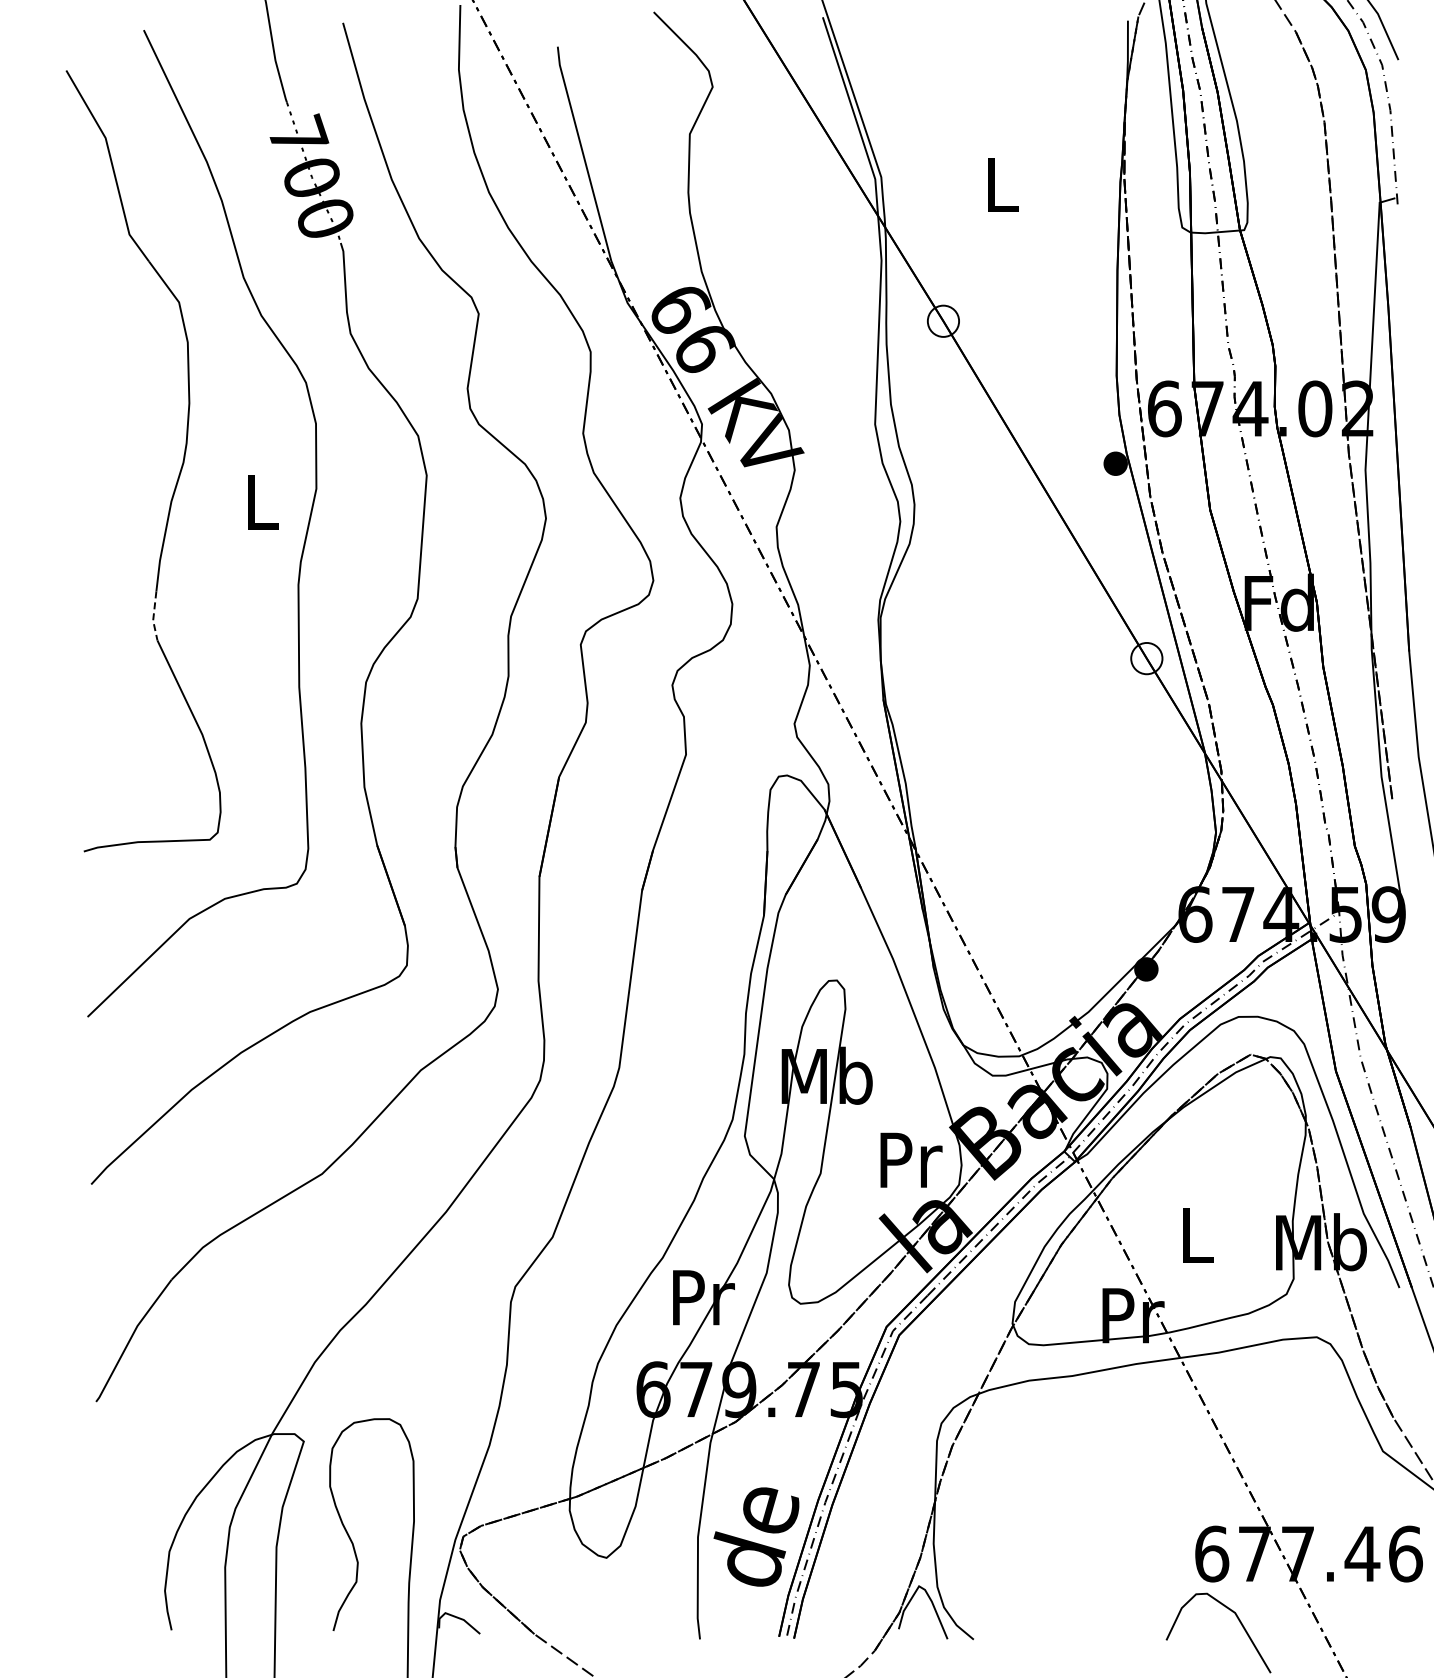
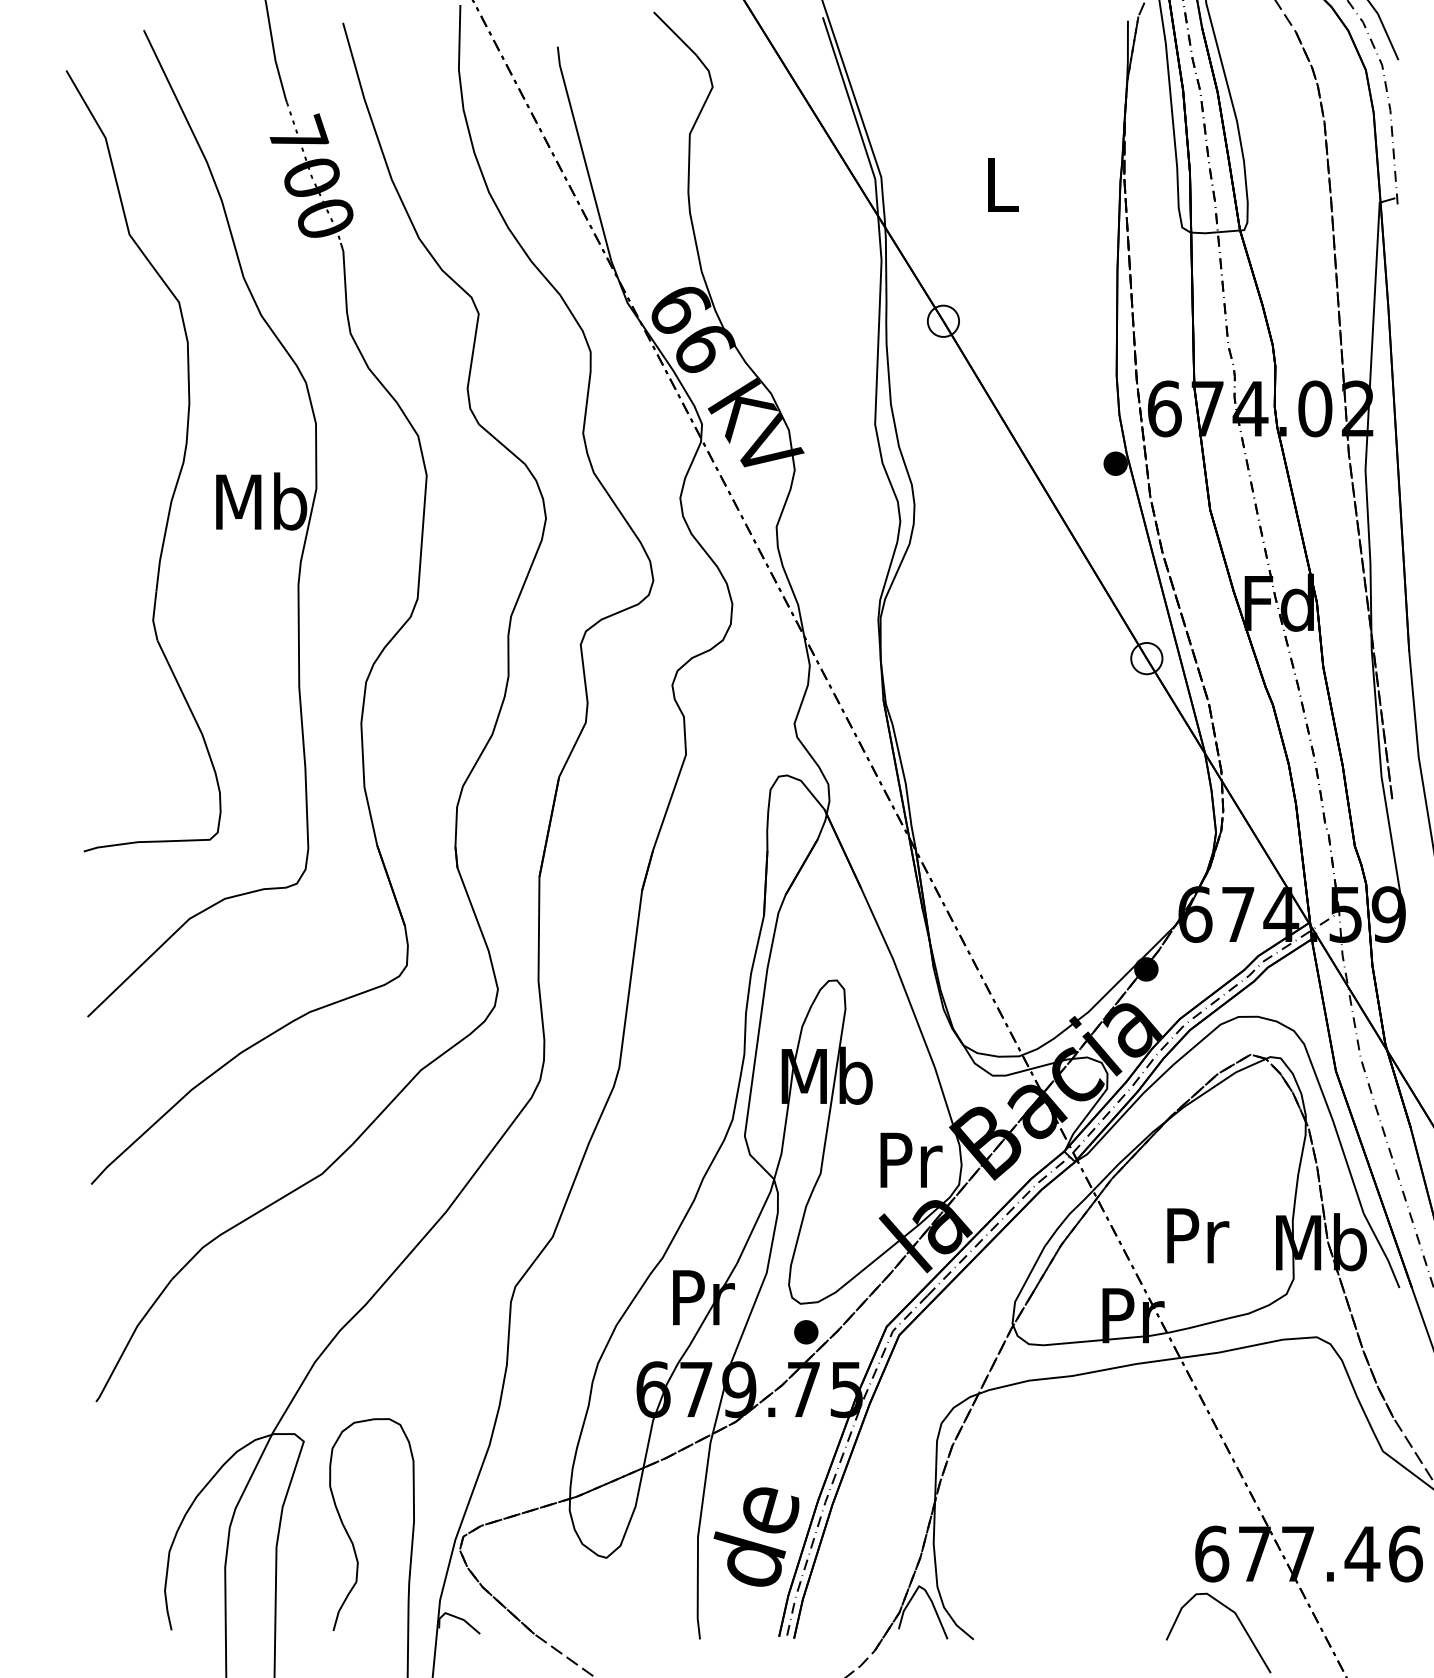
text at (261, 501): L -> Mb
line at (153, 616): dashed -> solid
text at (1198, 1235): L -> Pr
part at (806, 1332): none -> present
